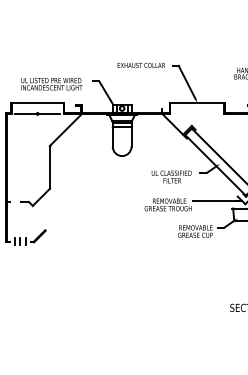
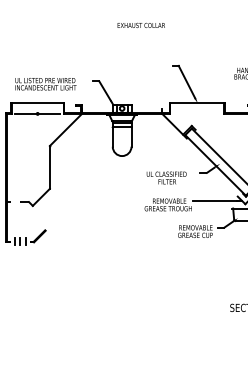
text at (140, 64) position: (140, 64) -> (140, 24)
text at (51, 84) position: (51, 84) -> (45, 84)
text at (171, 176) position: (171, 176) -> (166, 177)
